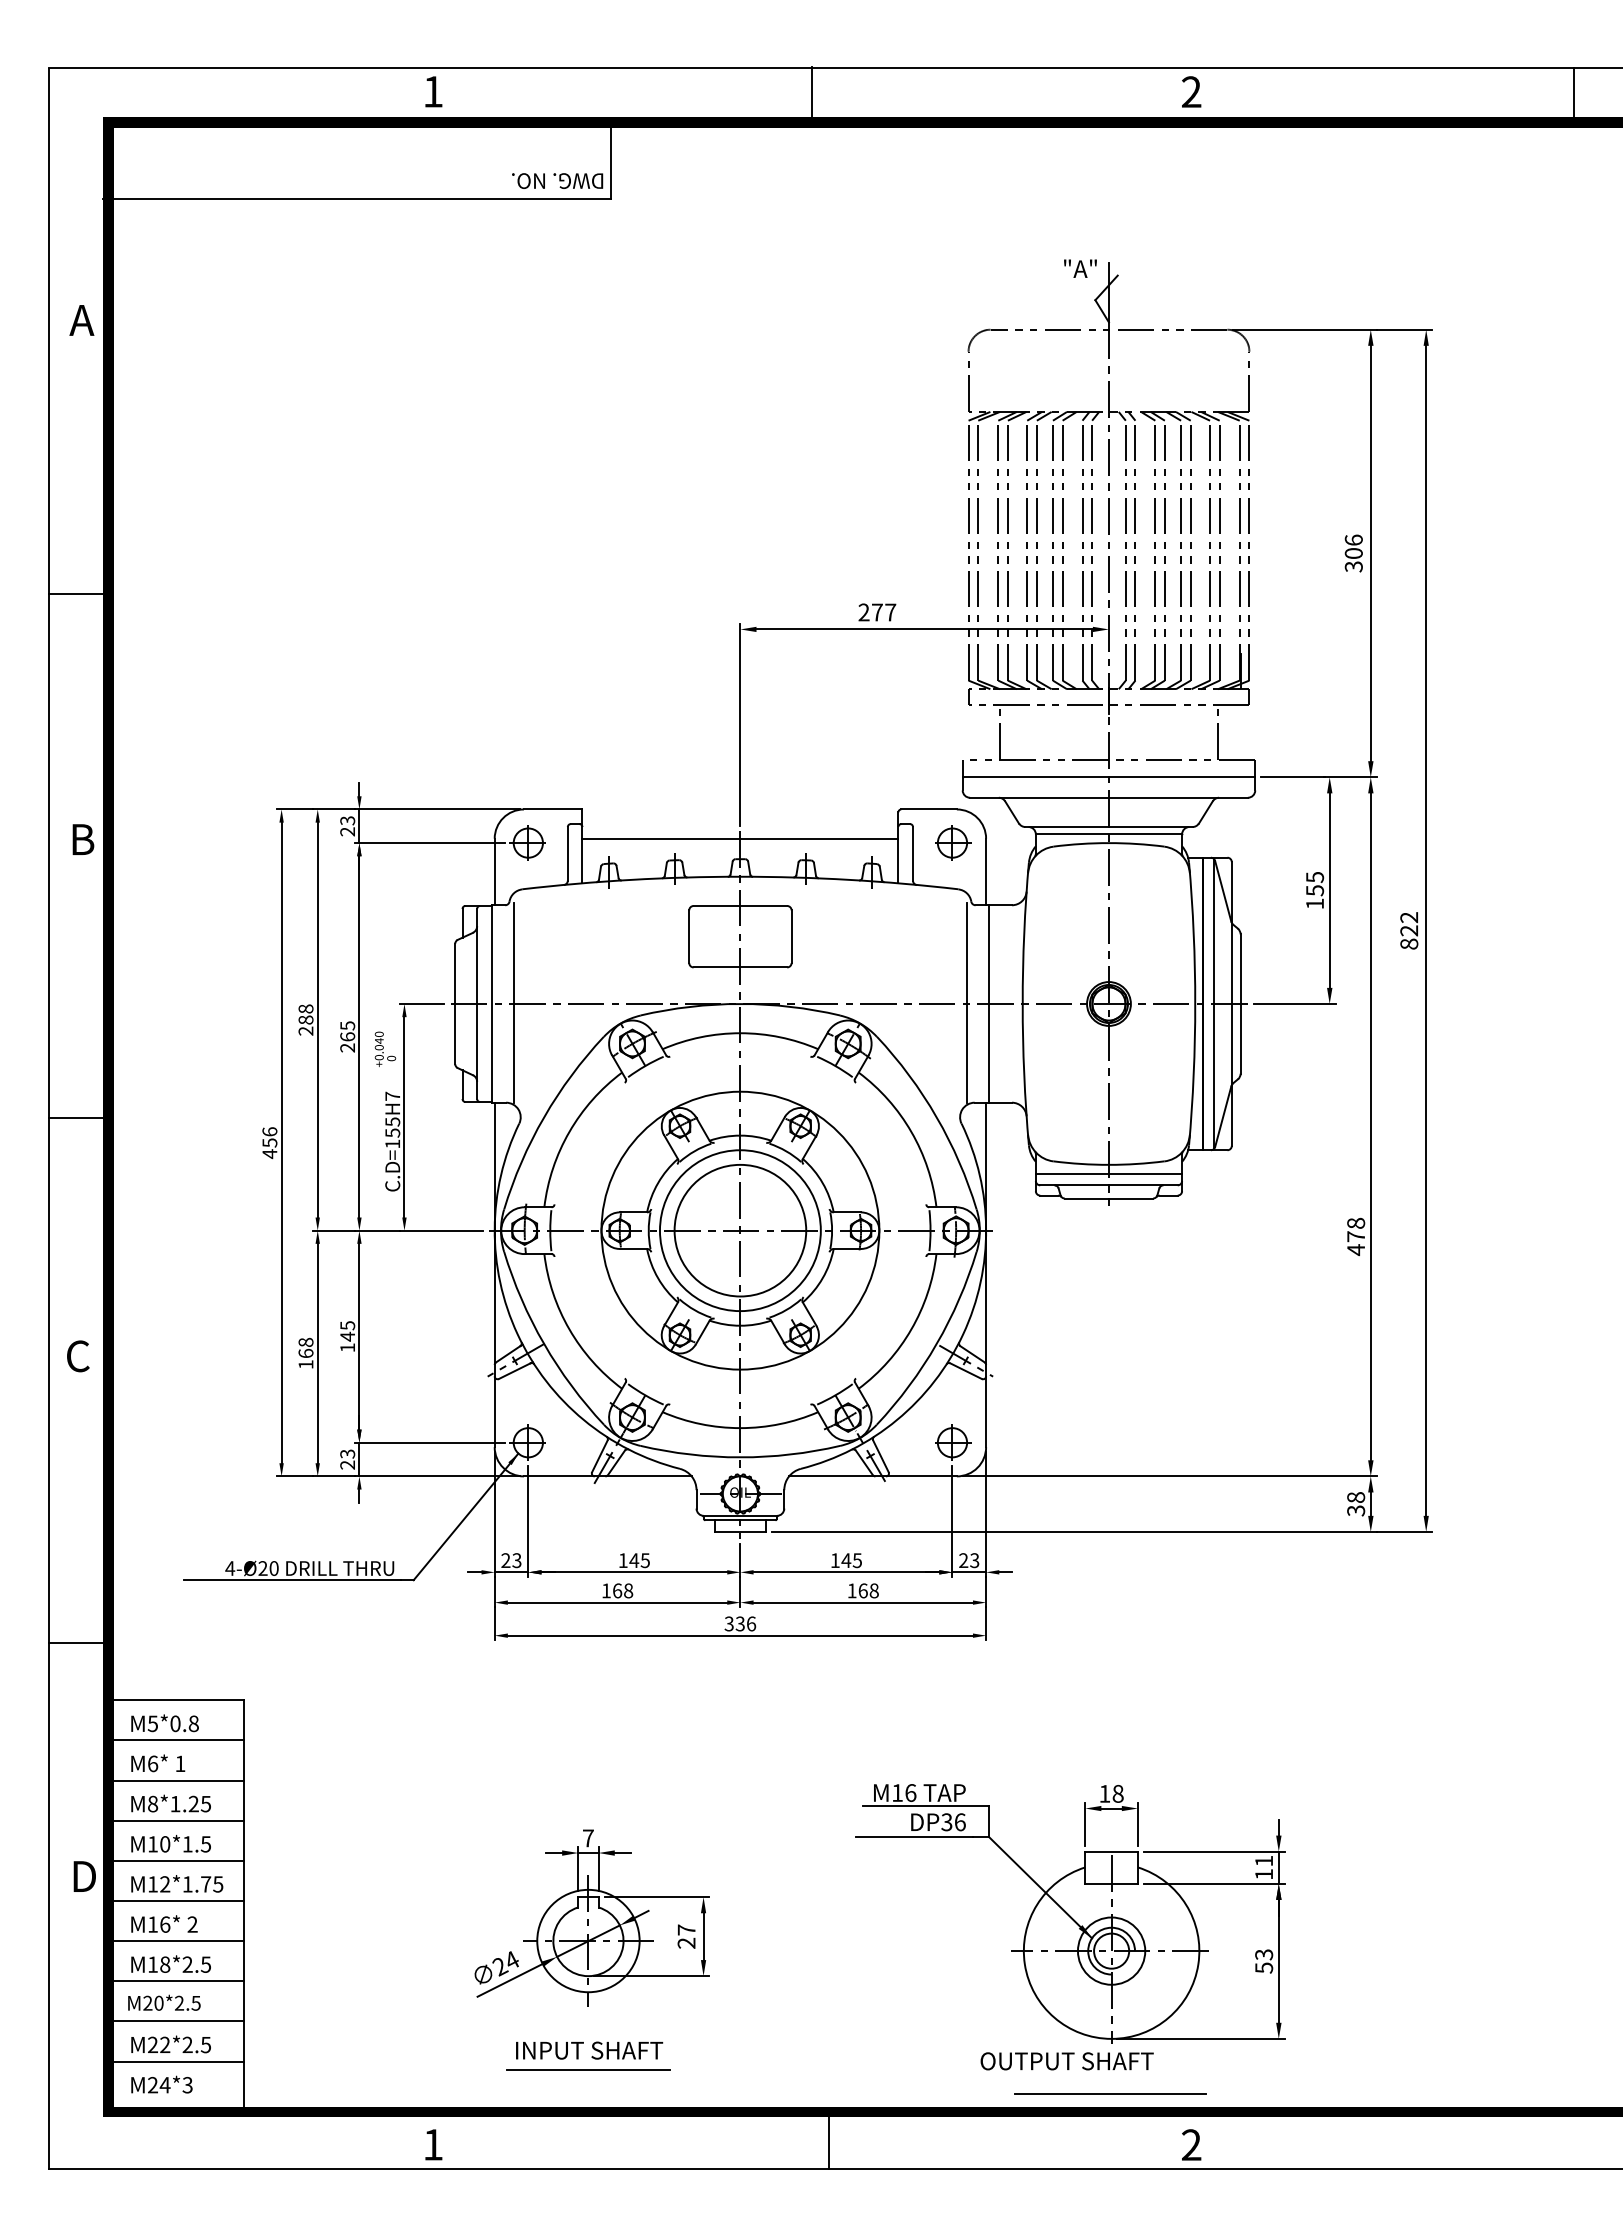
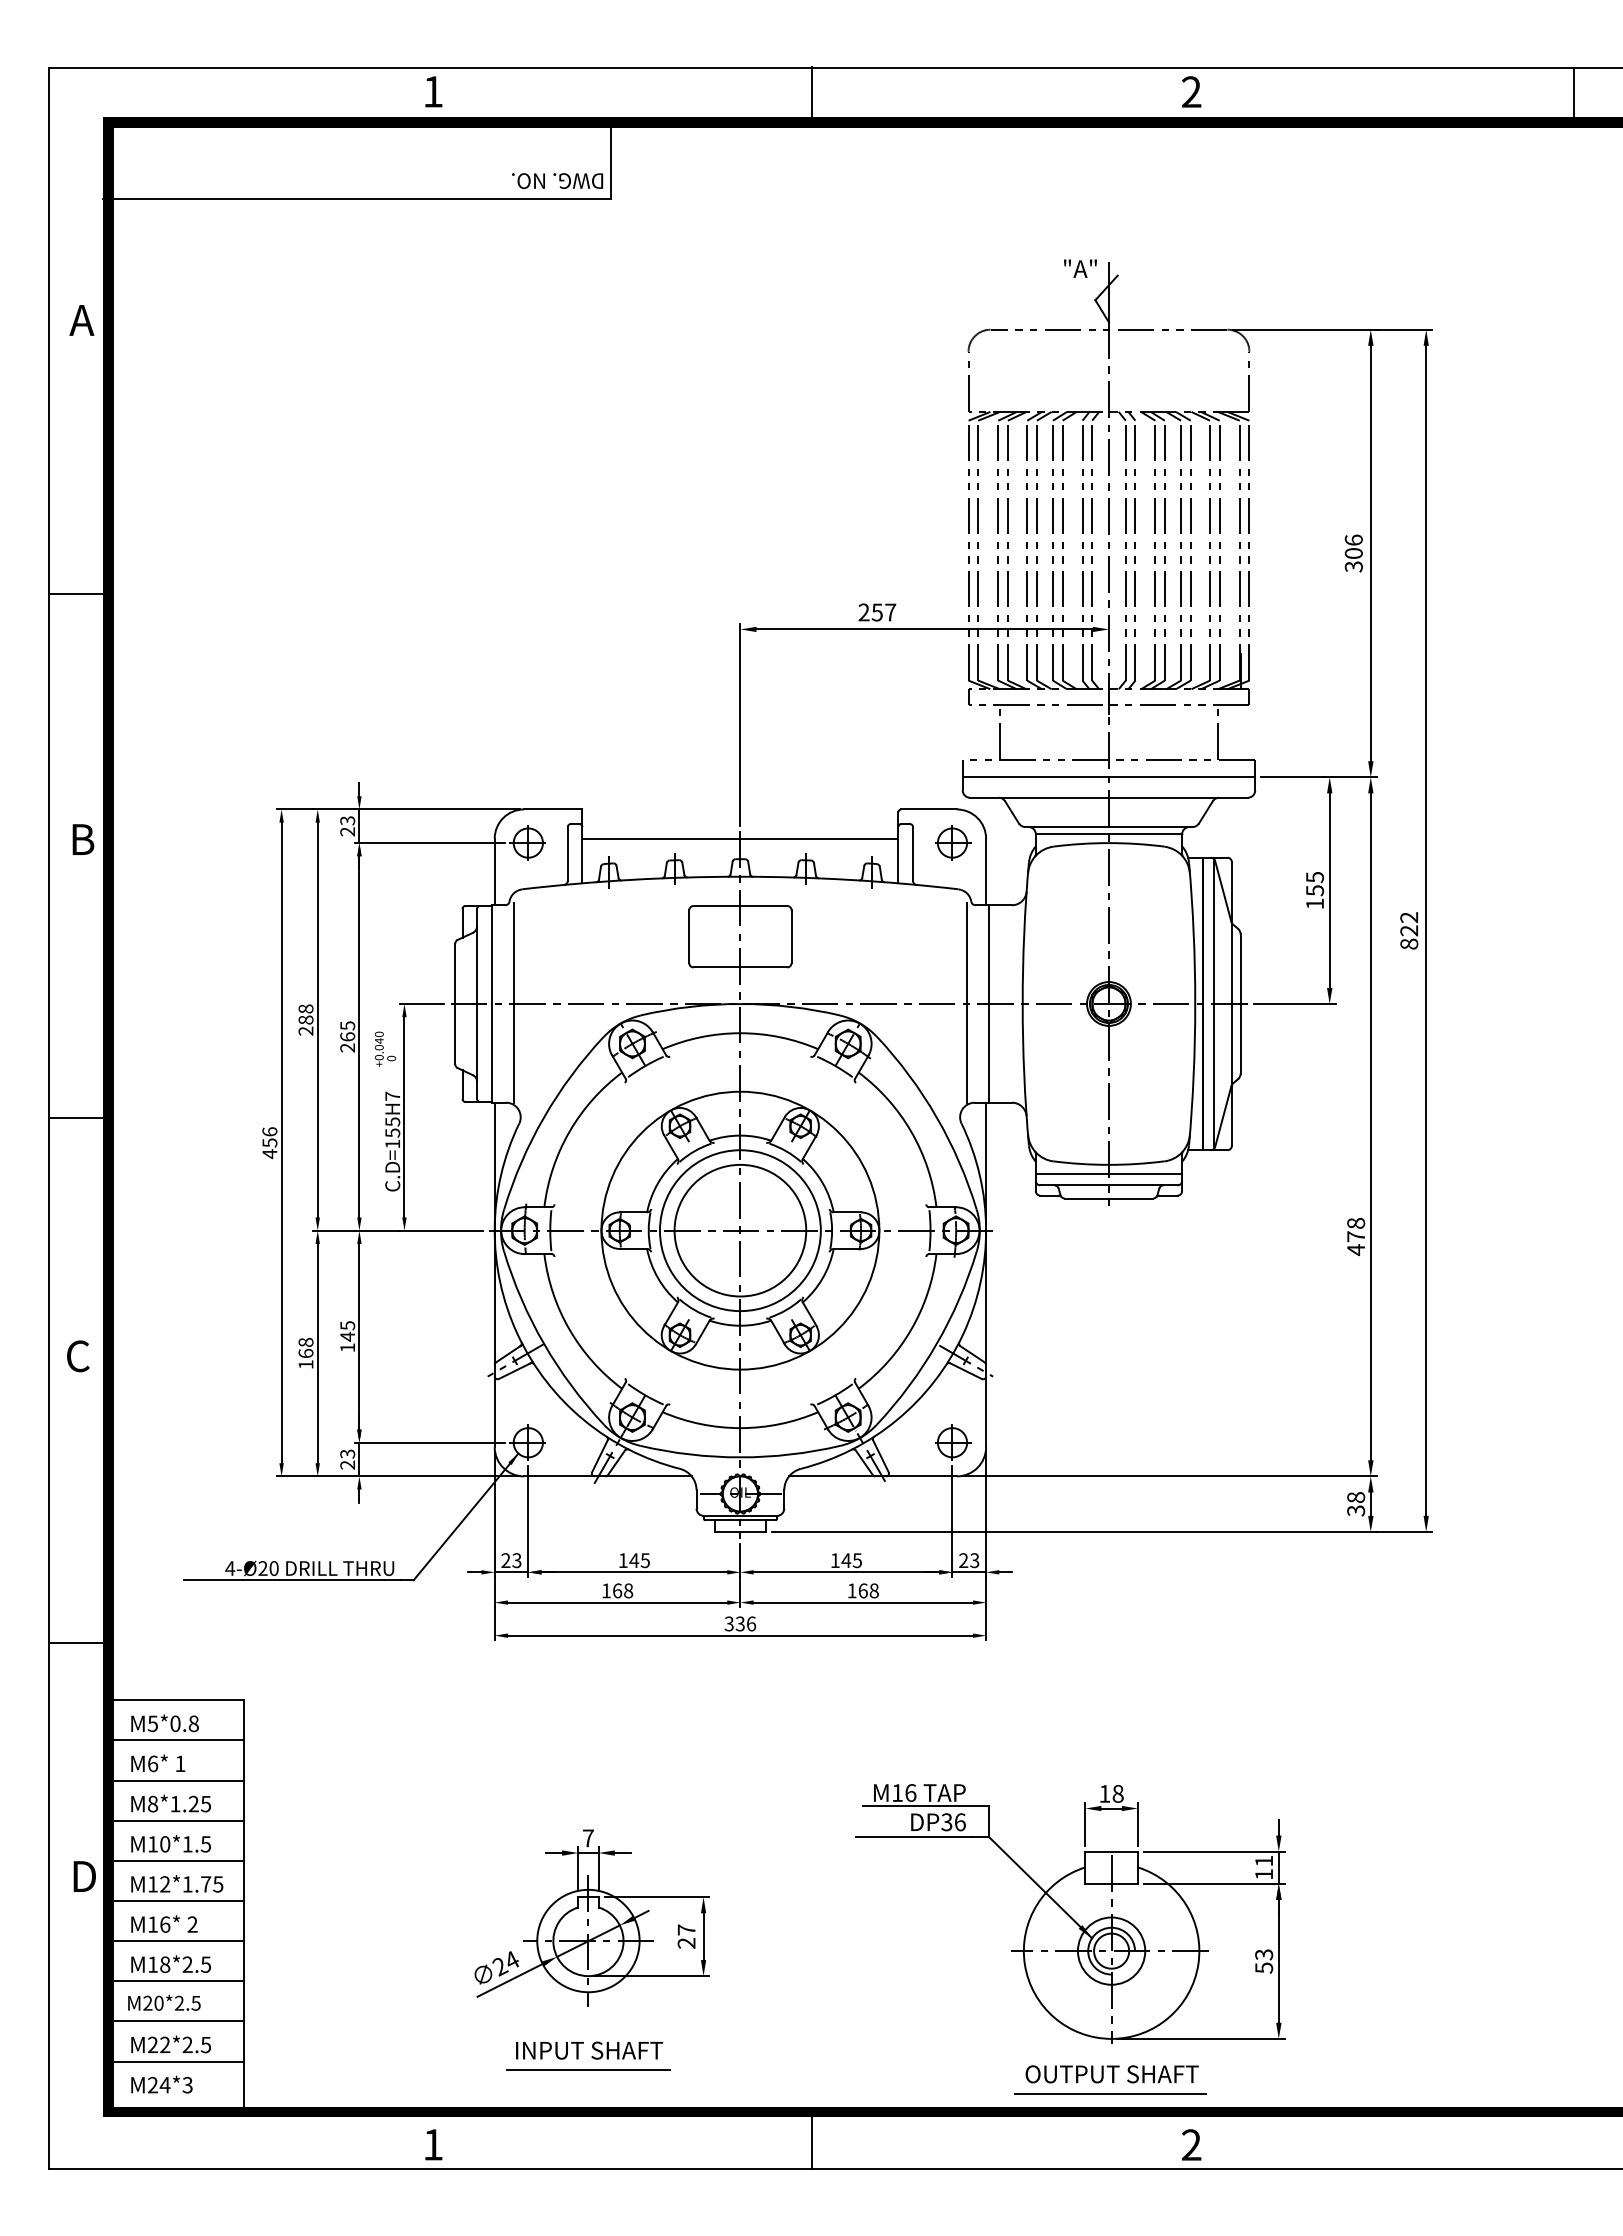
text at (876, 612): 277 -> 257
text at (1066, 2061) position: (1066, 2061) -> (1111, 2074)
line at (828, 2141) position: (828, 2141) -> (811, 2141)
